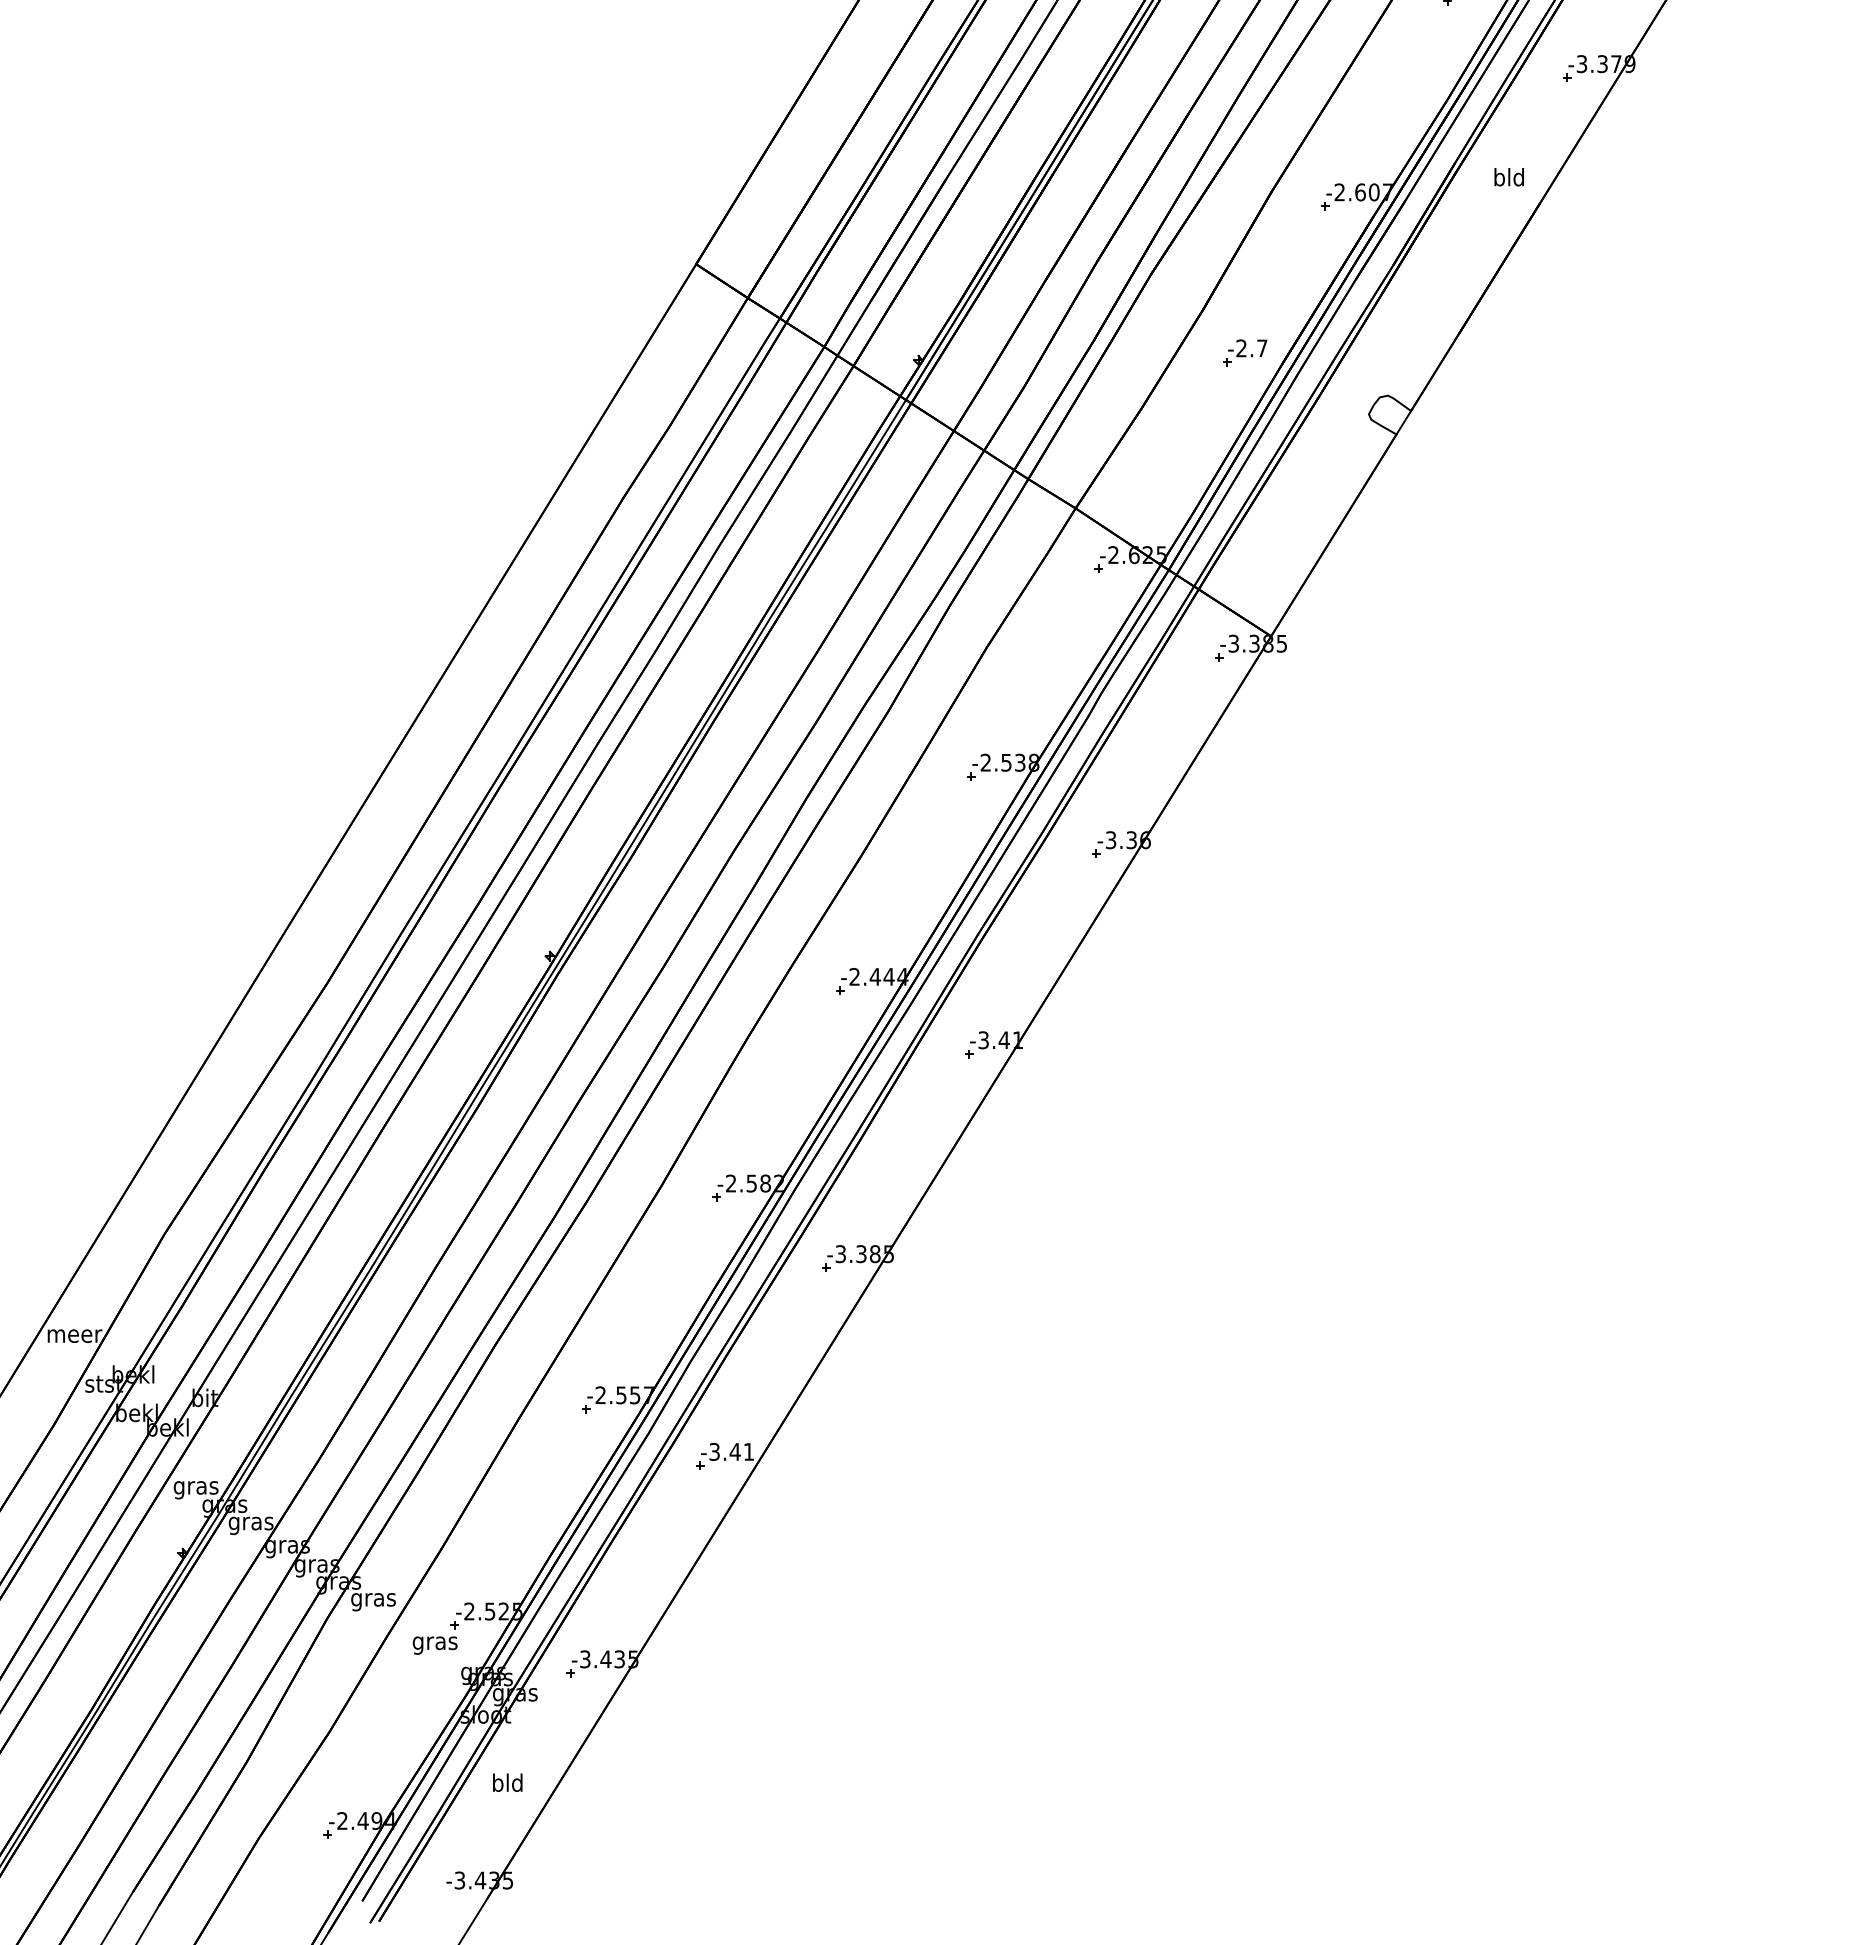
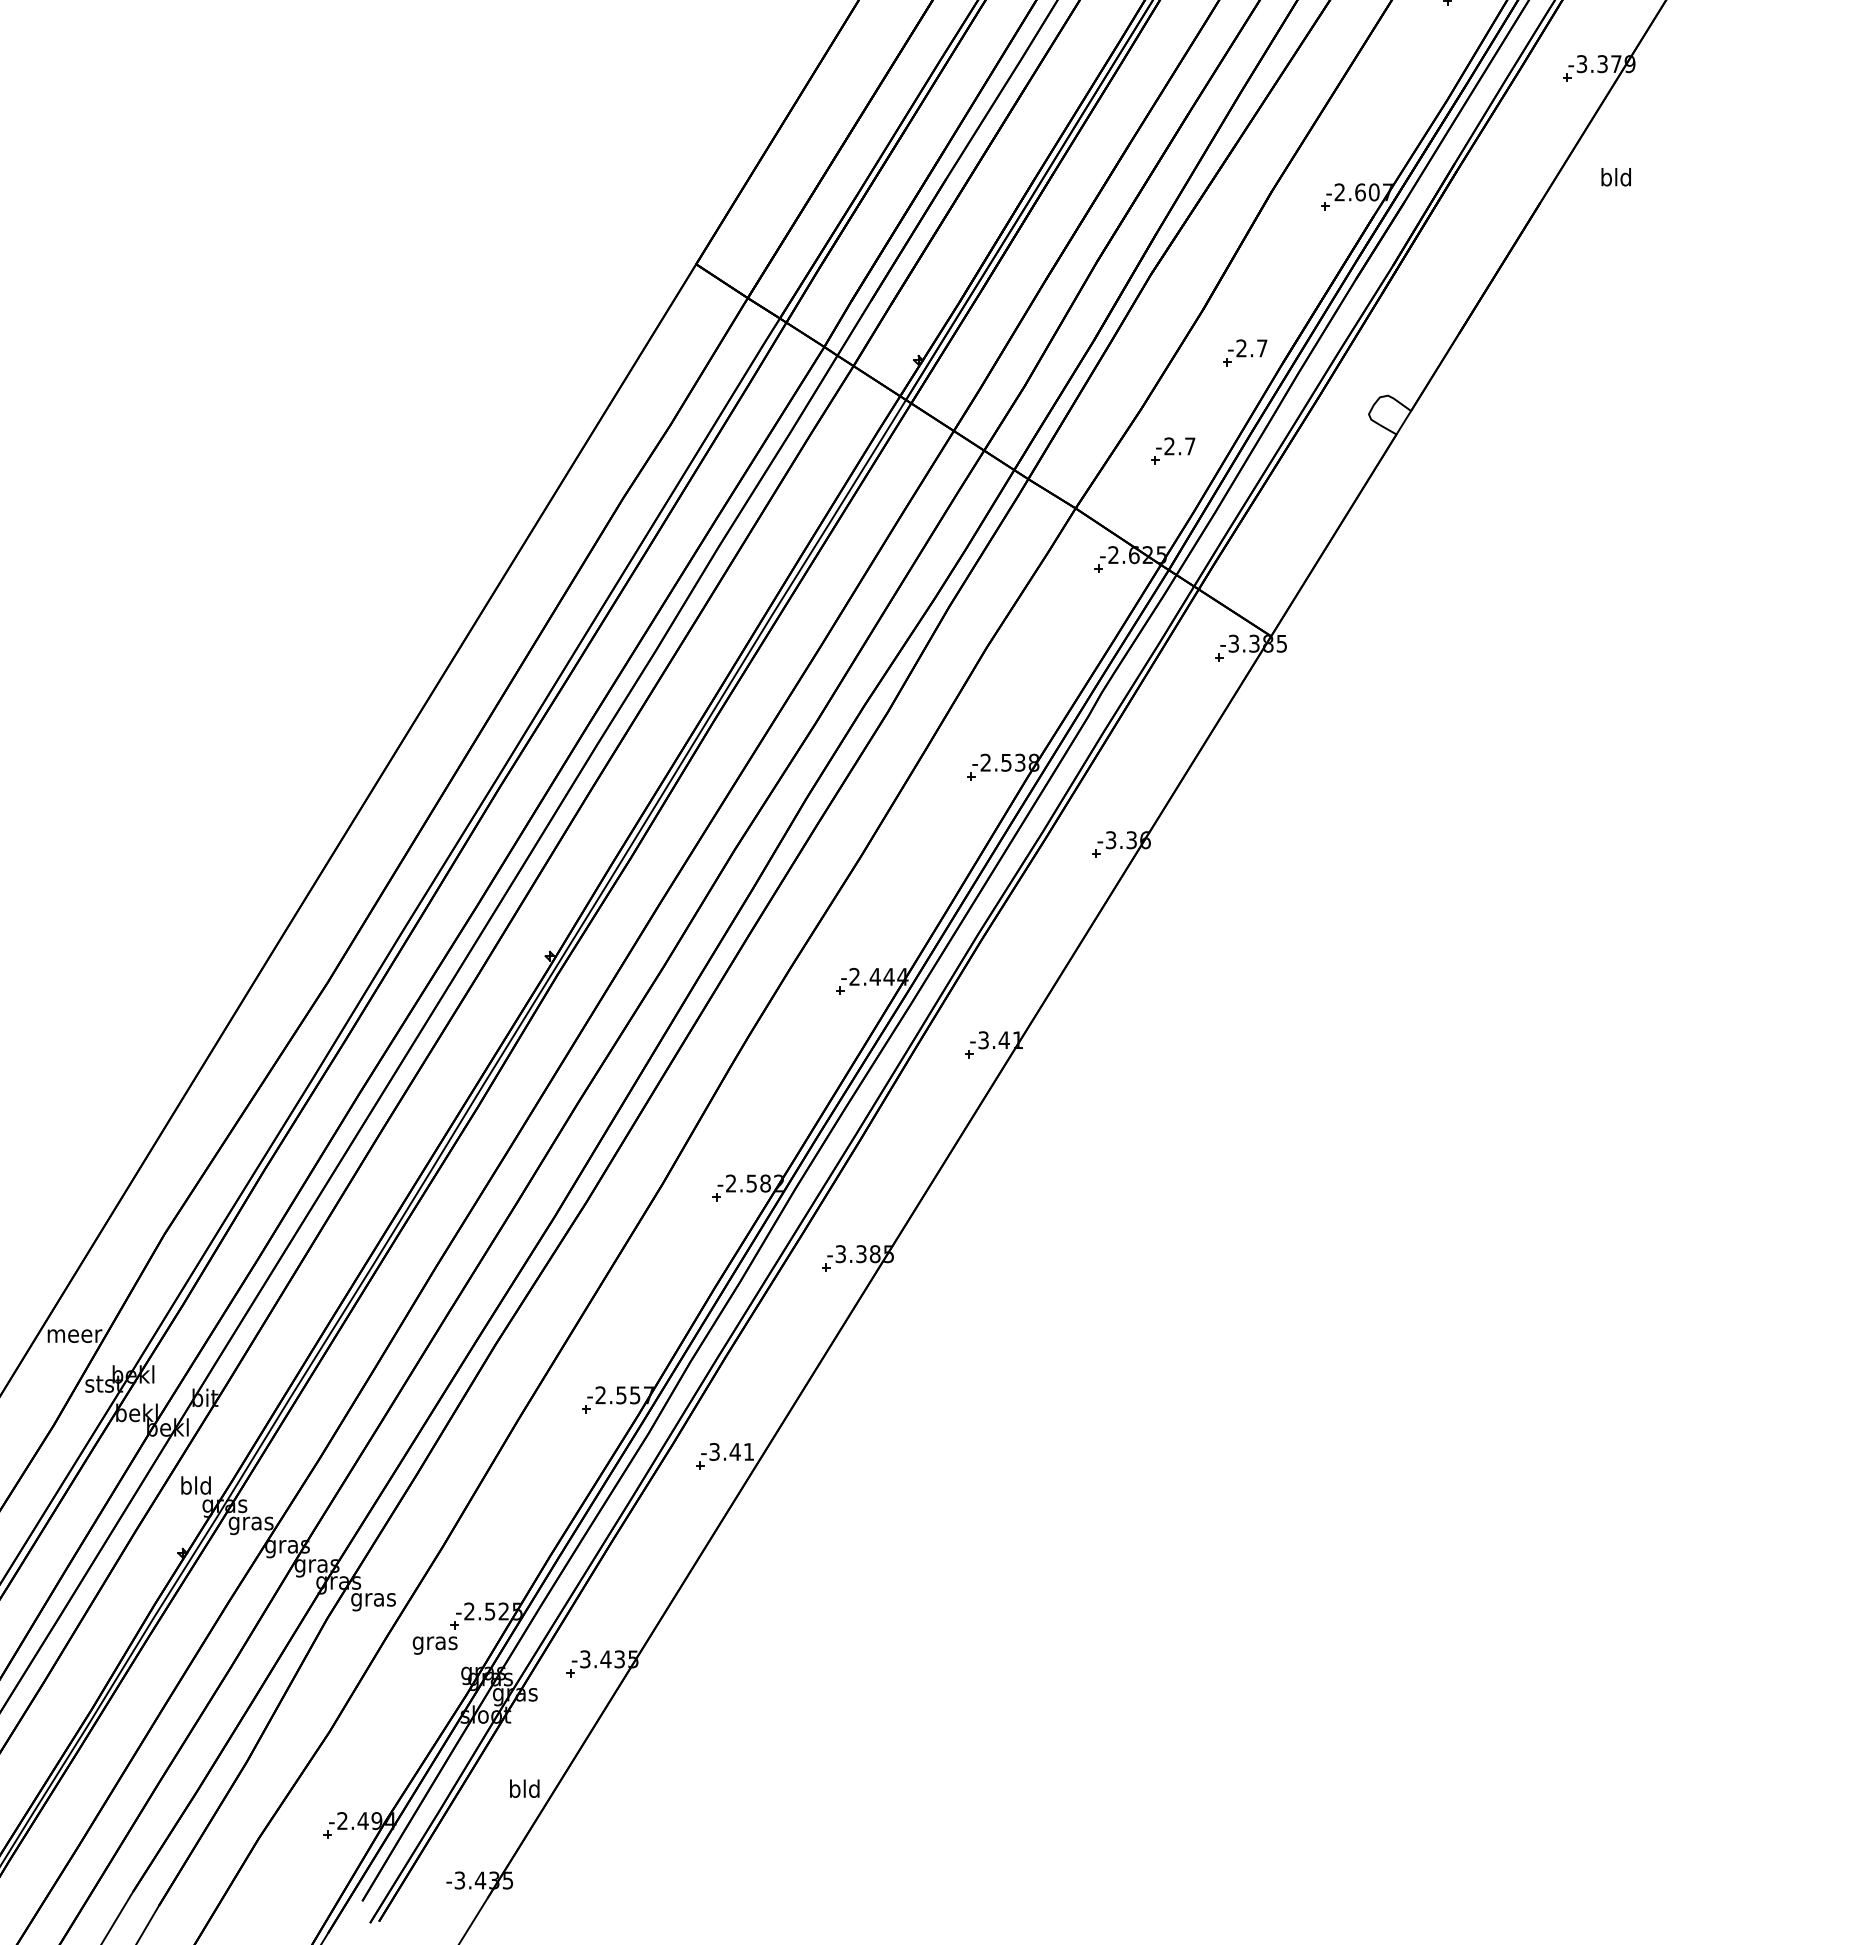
text at (1508, 177) position: (1508, 177) -> (1615, 177)
part at (1173, 450): none -> present
text at (195, 1487): gras -> bld
text at (507, 1782) position: (507, 1782) -> (524, 1788)
